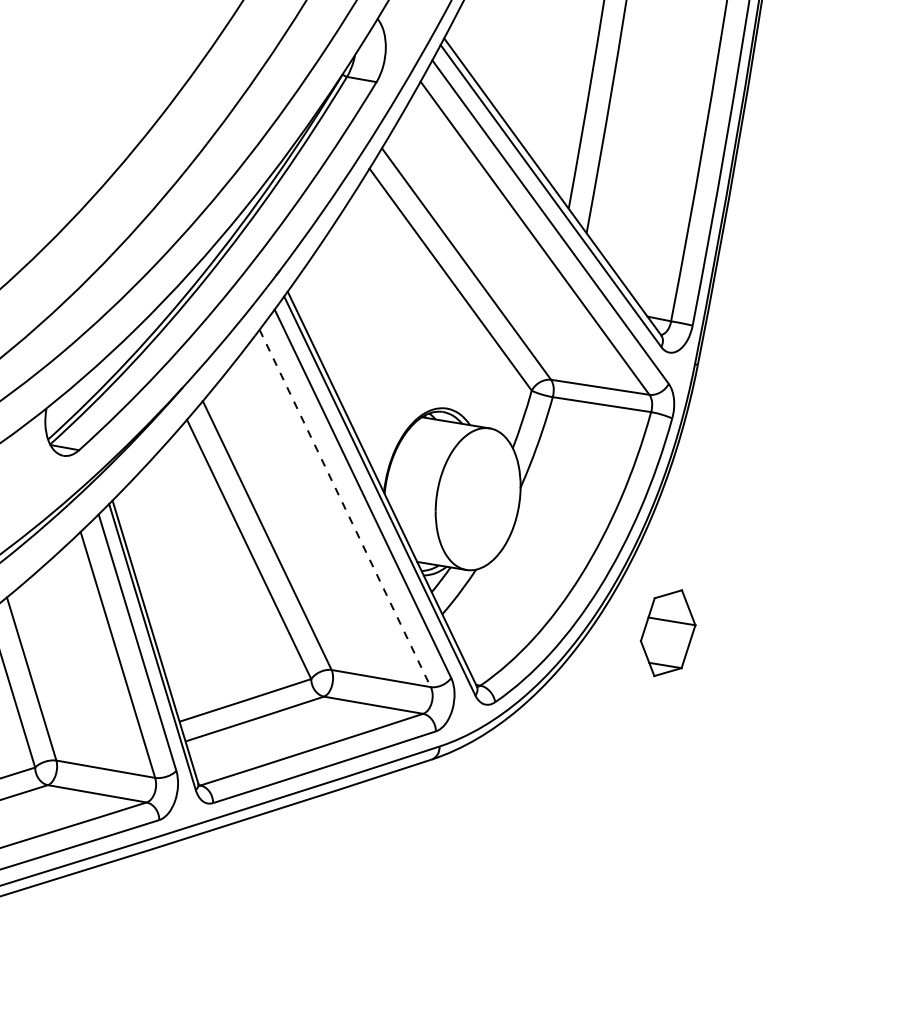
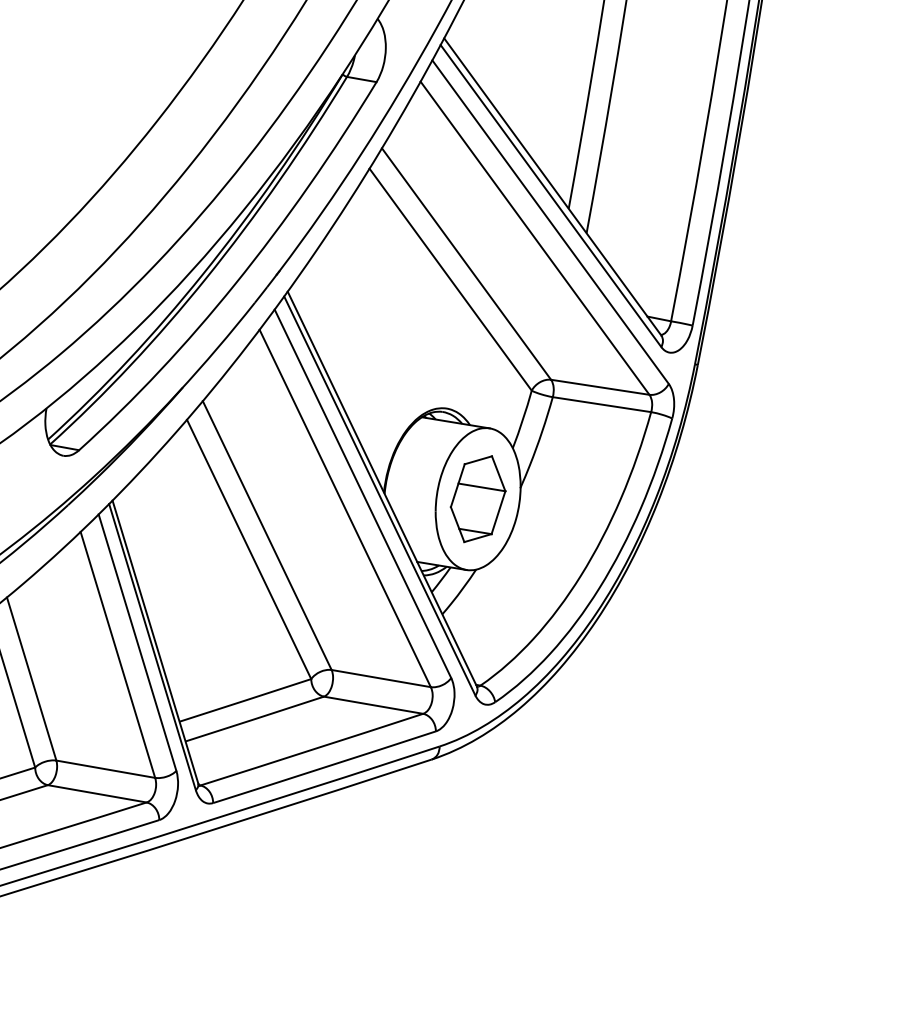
line at (345, 508): dashed -> solid
part at (667, 633) position: (667, 633) -> (477, 499)
